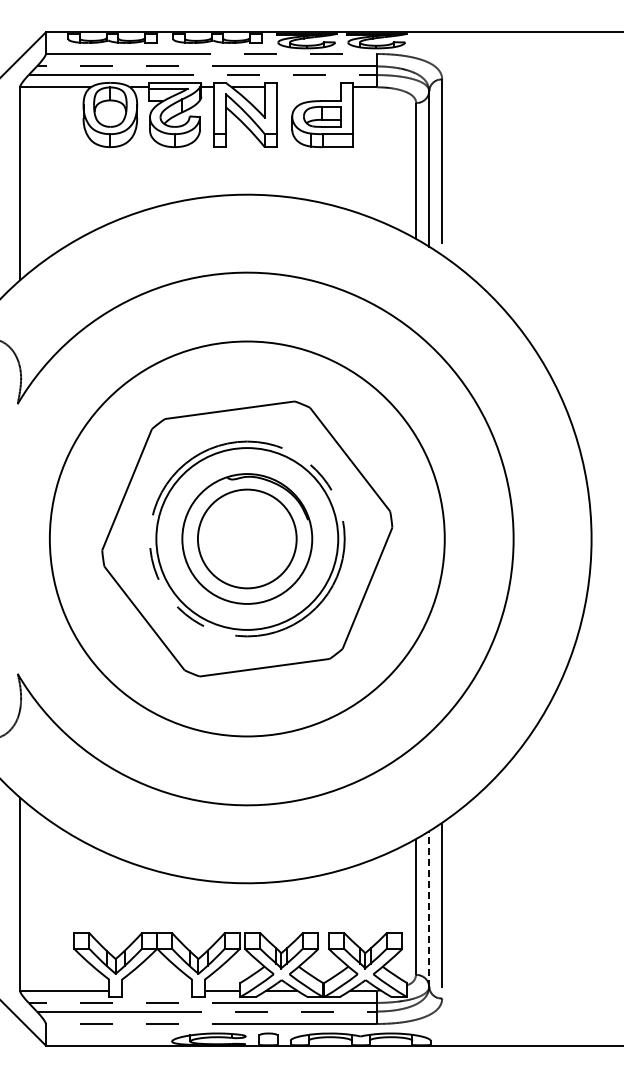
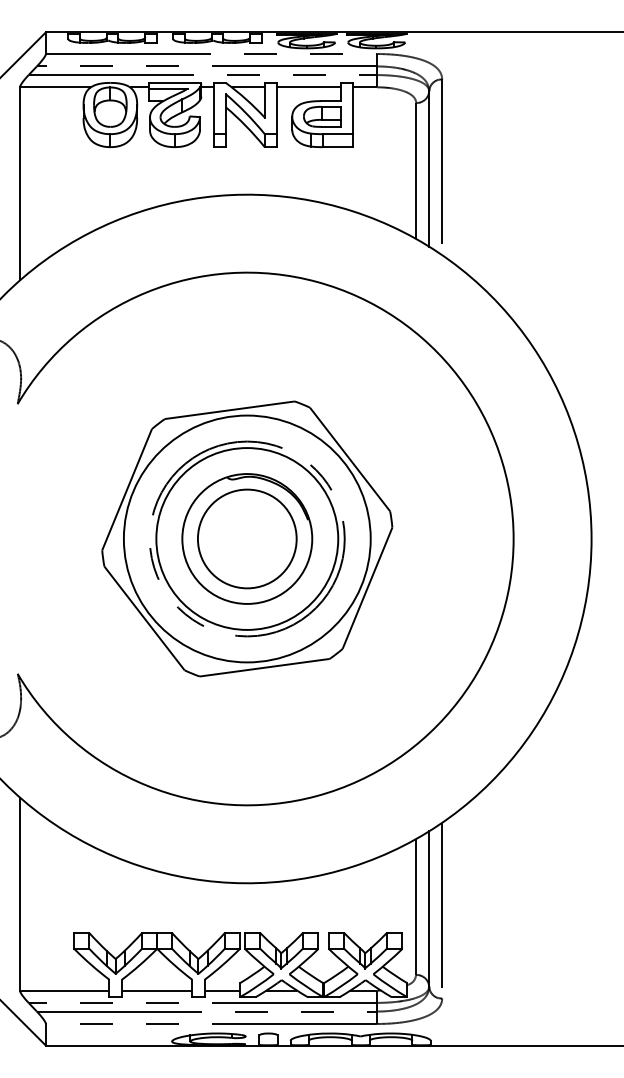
line at (309, 87): none -> present
circle at (246, 538) diameter: 395 px -> 247 px
line at (429, 909): dashed -> solid
line at (157, 990): none -> present
